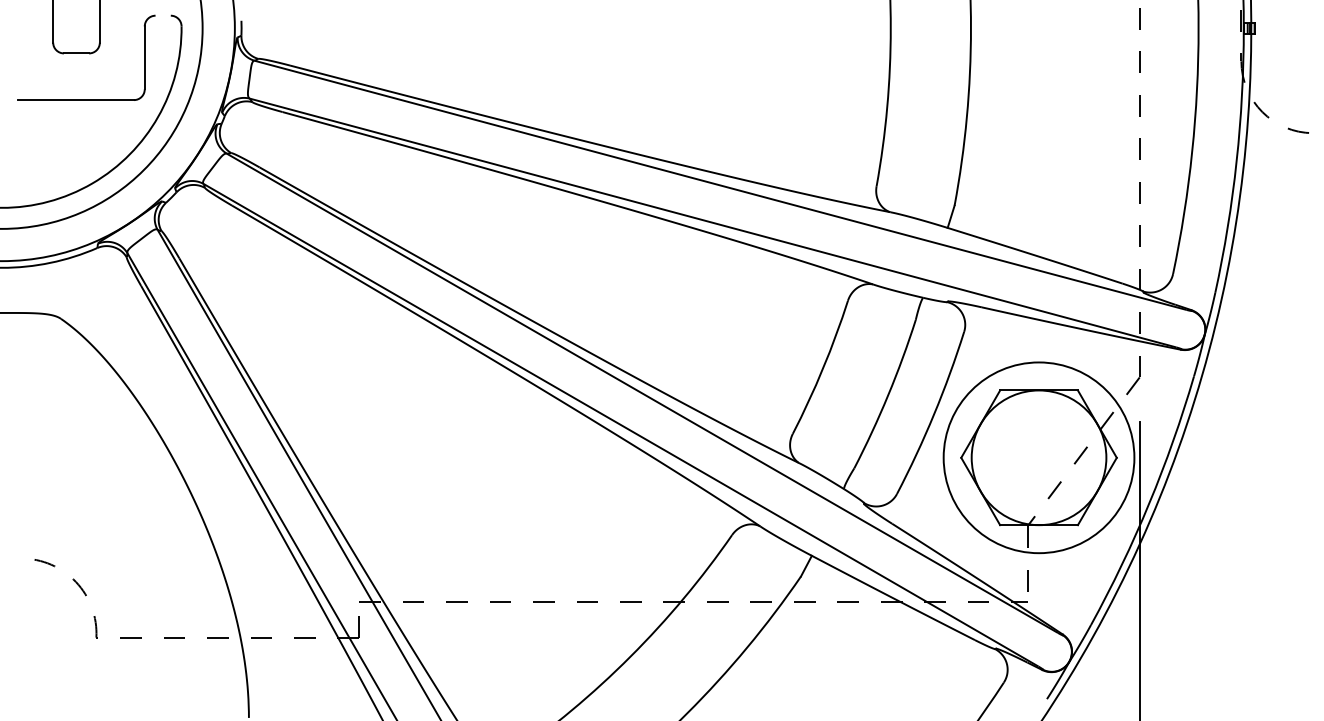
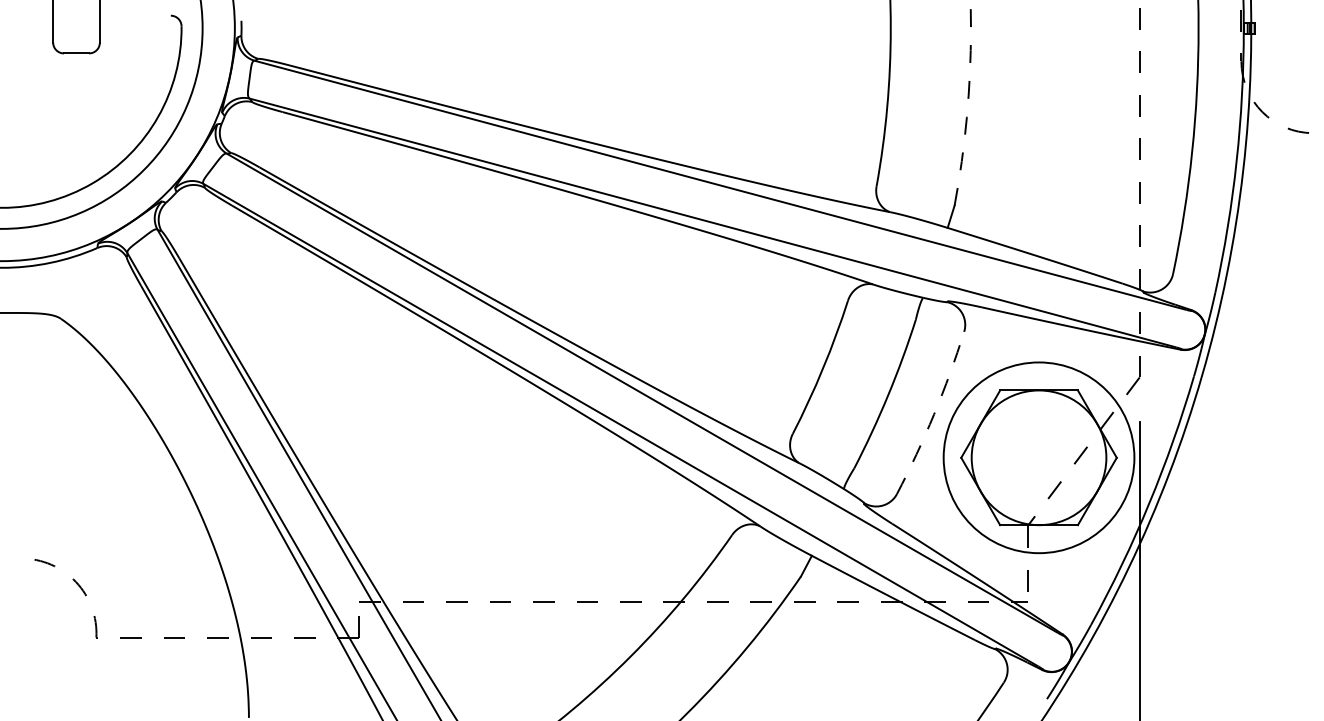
part at (86, 99): present -> none
arc at (968, 102): solid -> dashed
arc at (934, 414): solid -> dashed
